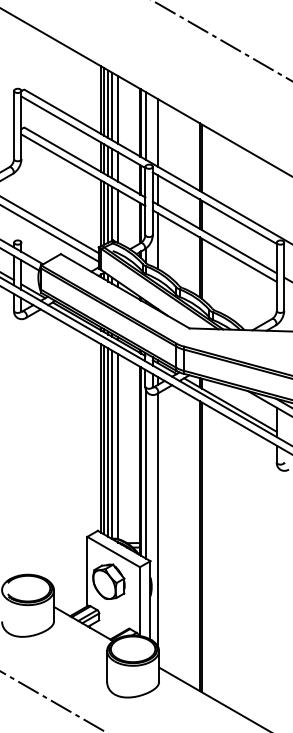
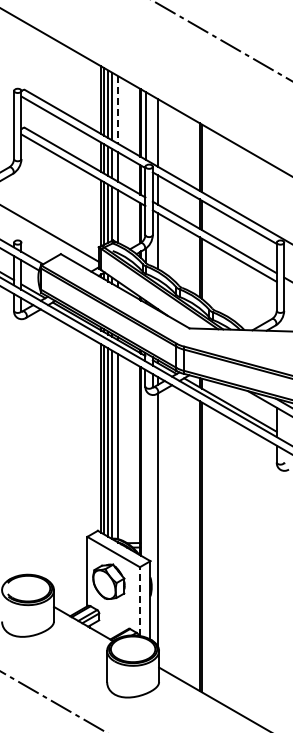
line at (118, 110): solid -> dashed
line at (50, 225): present -> none
line at (145, 473): present -> none
line at (139, 601): solid -> dashed
